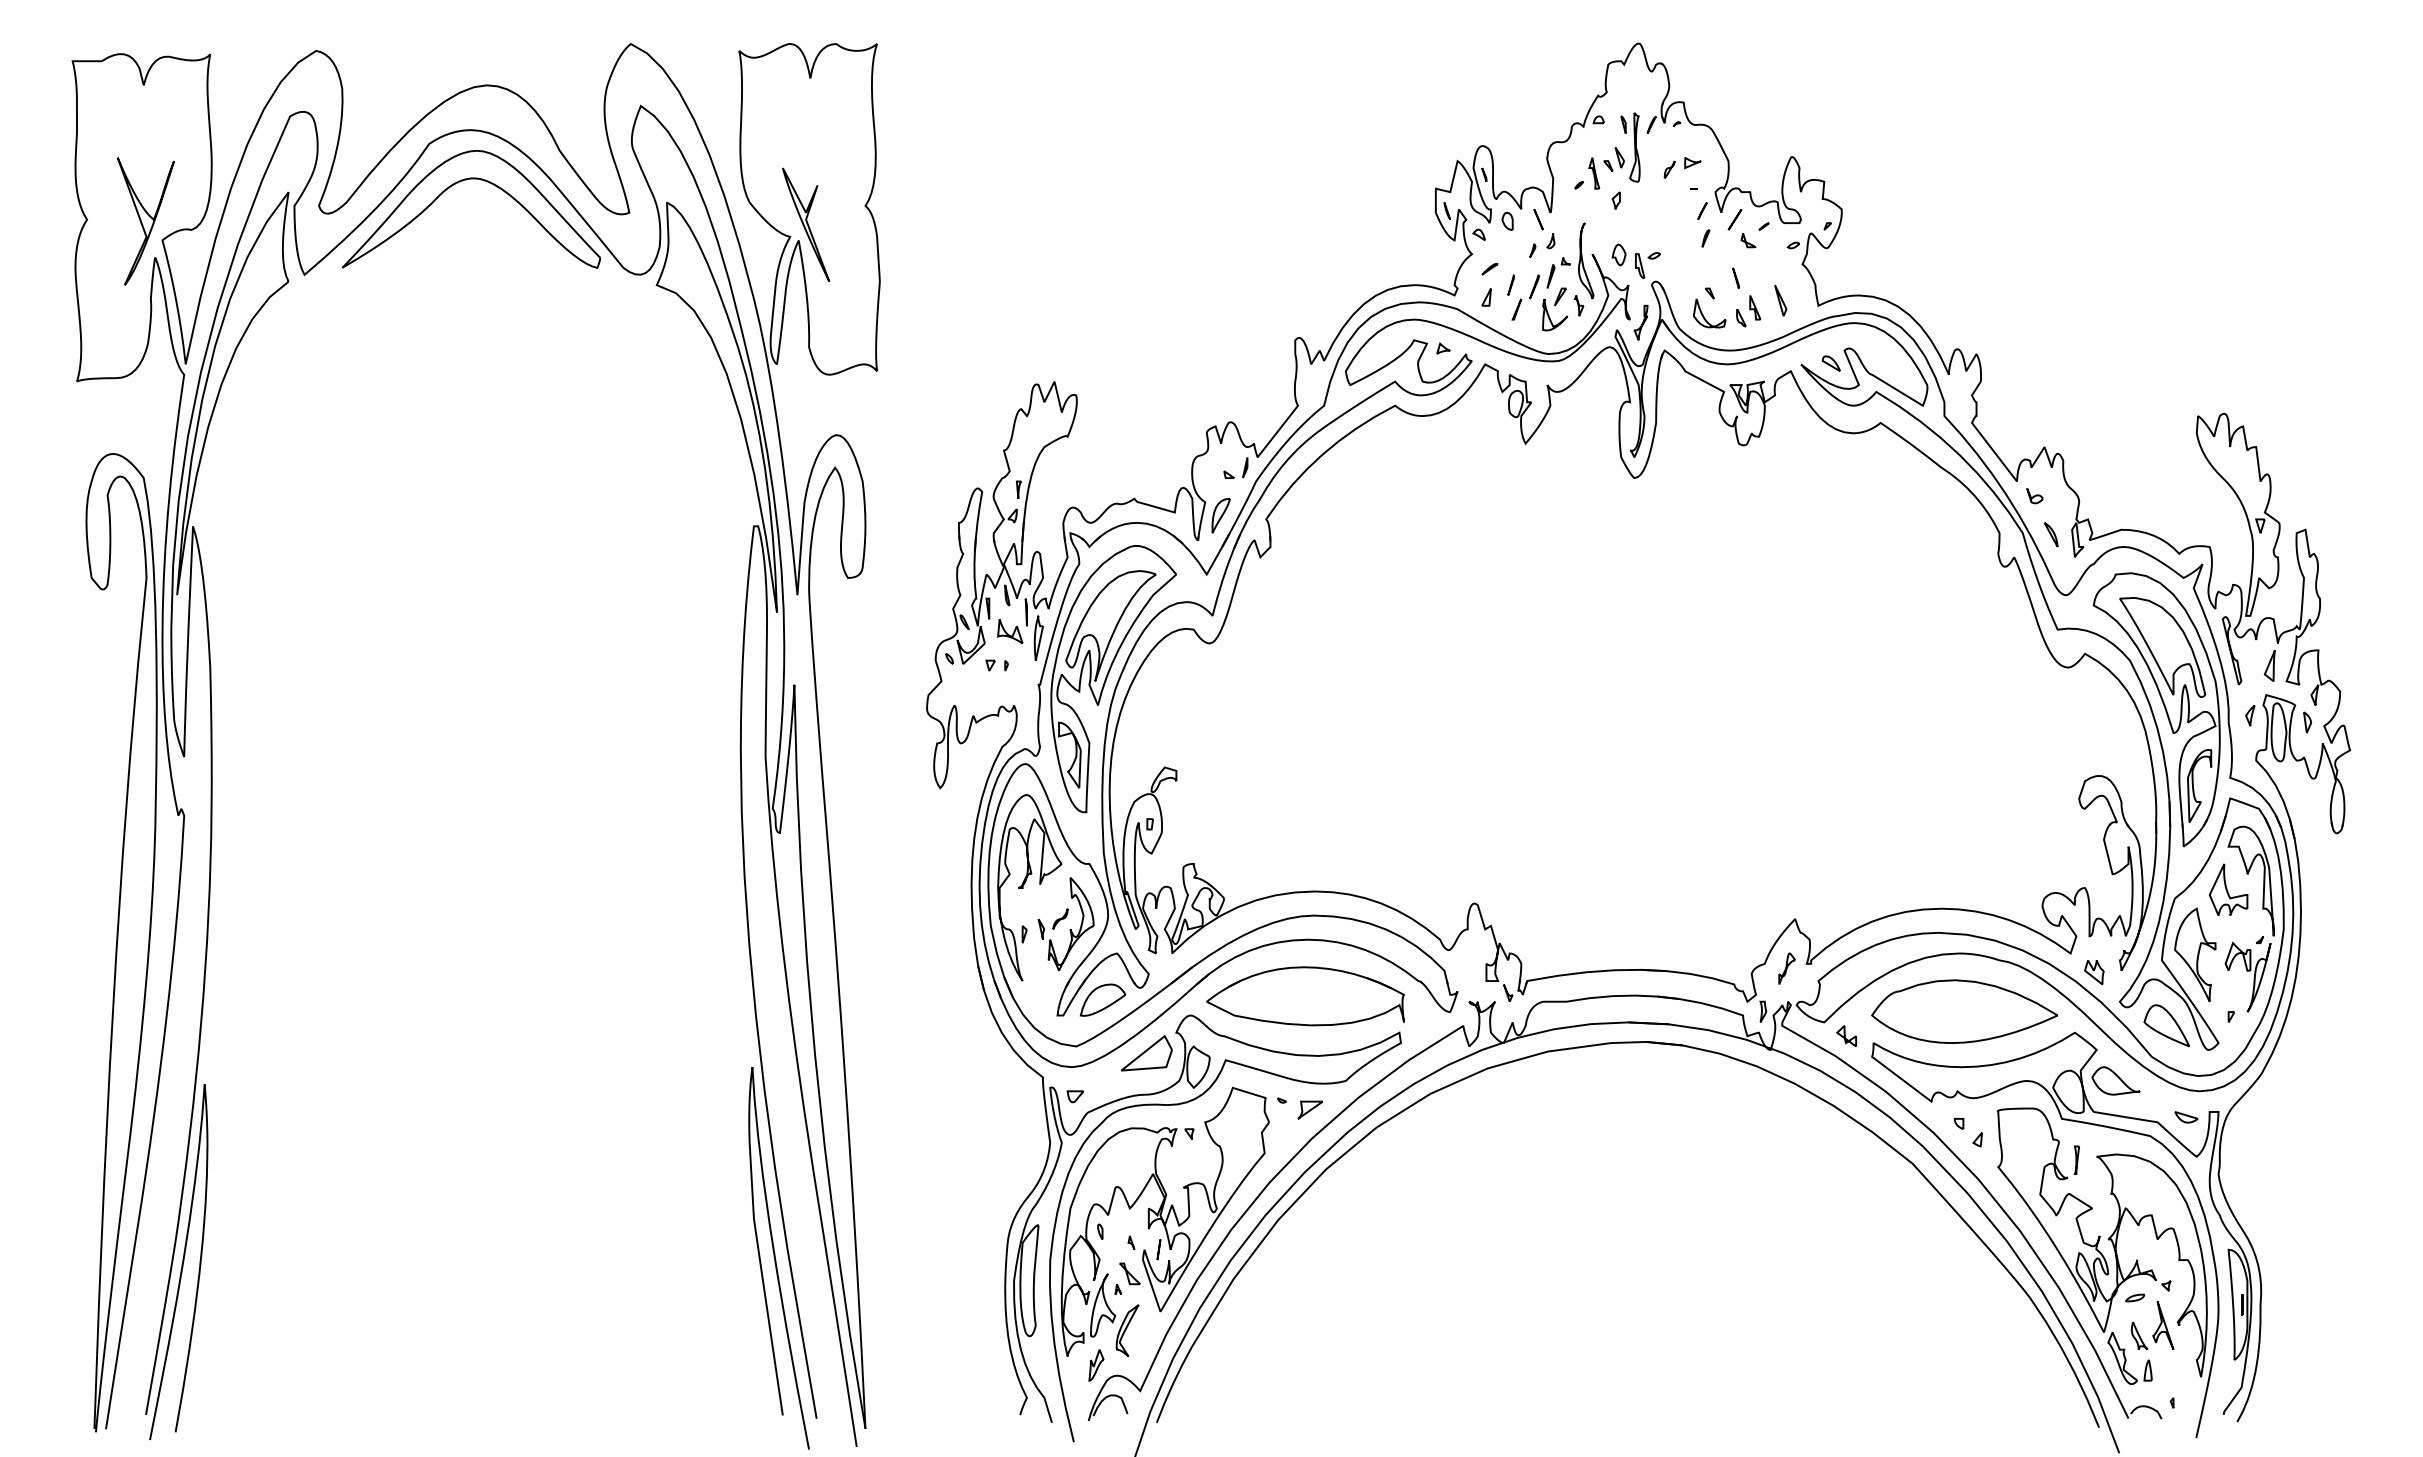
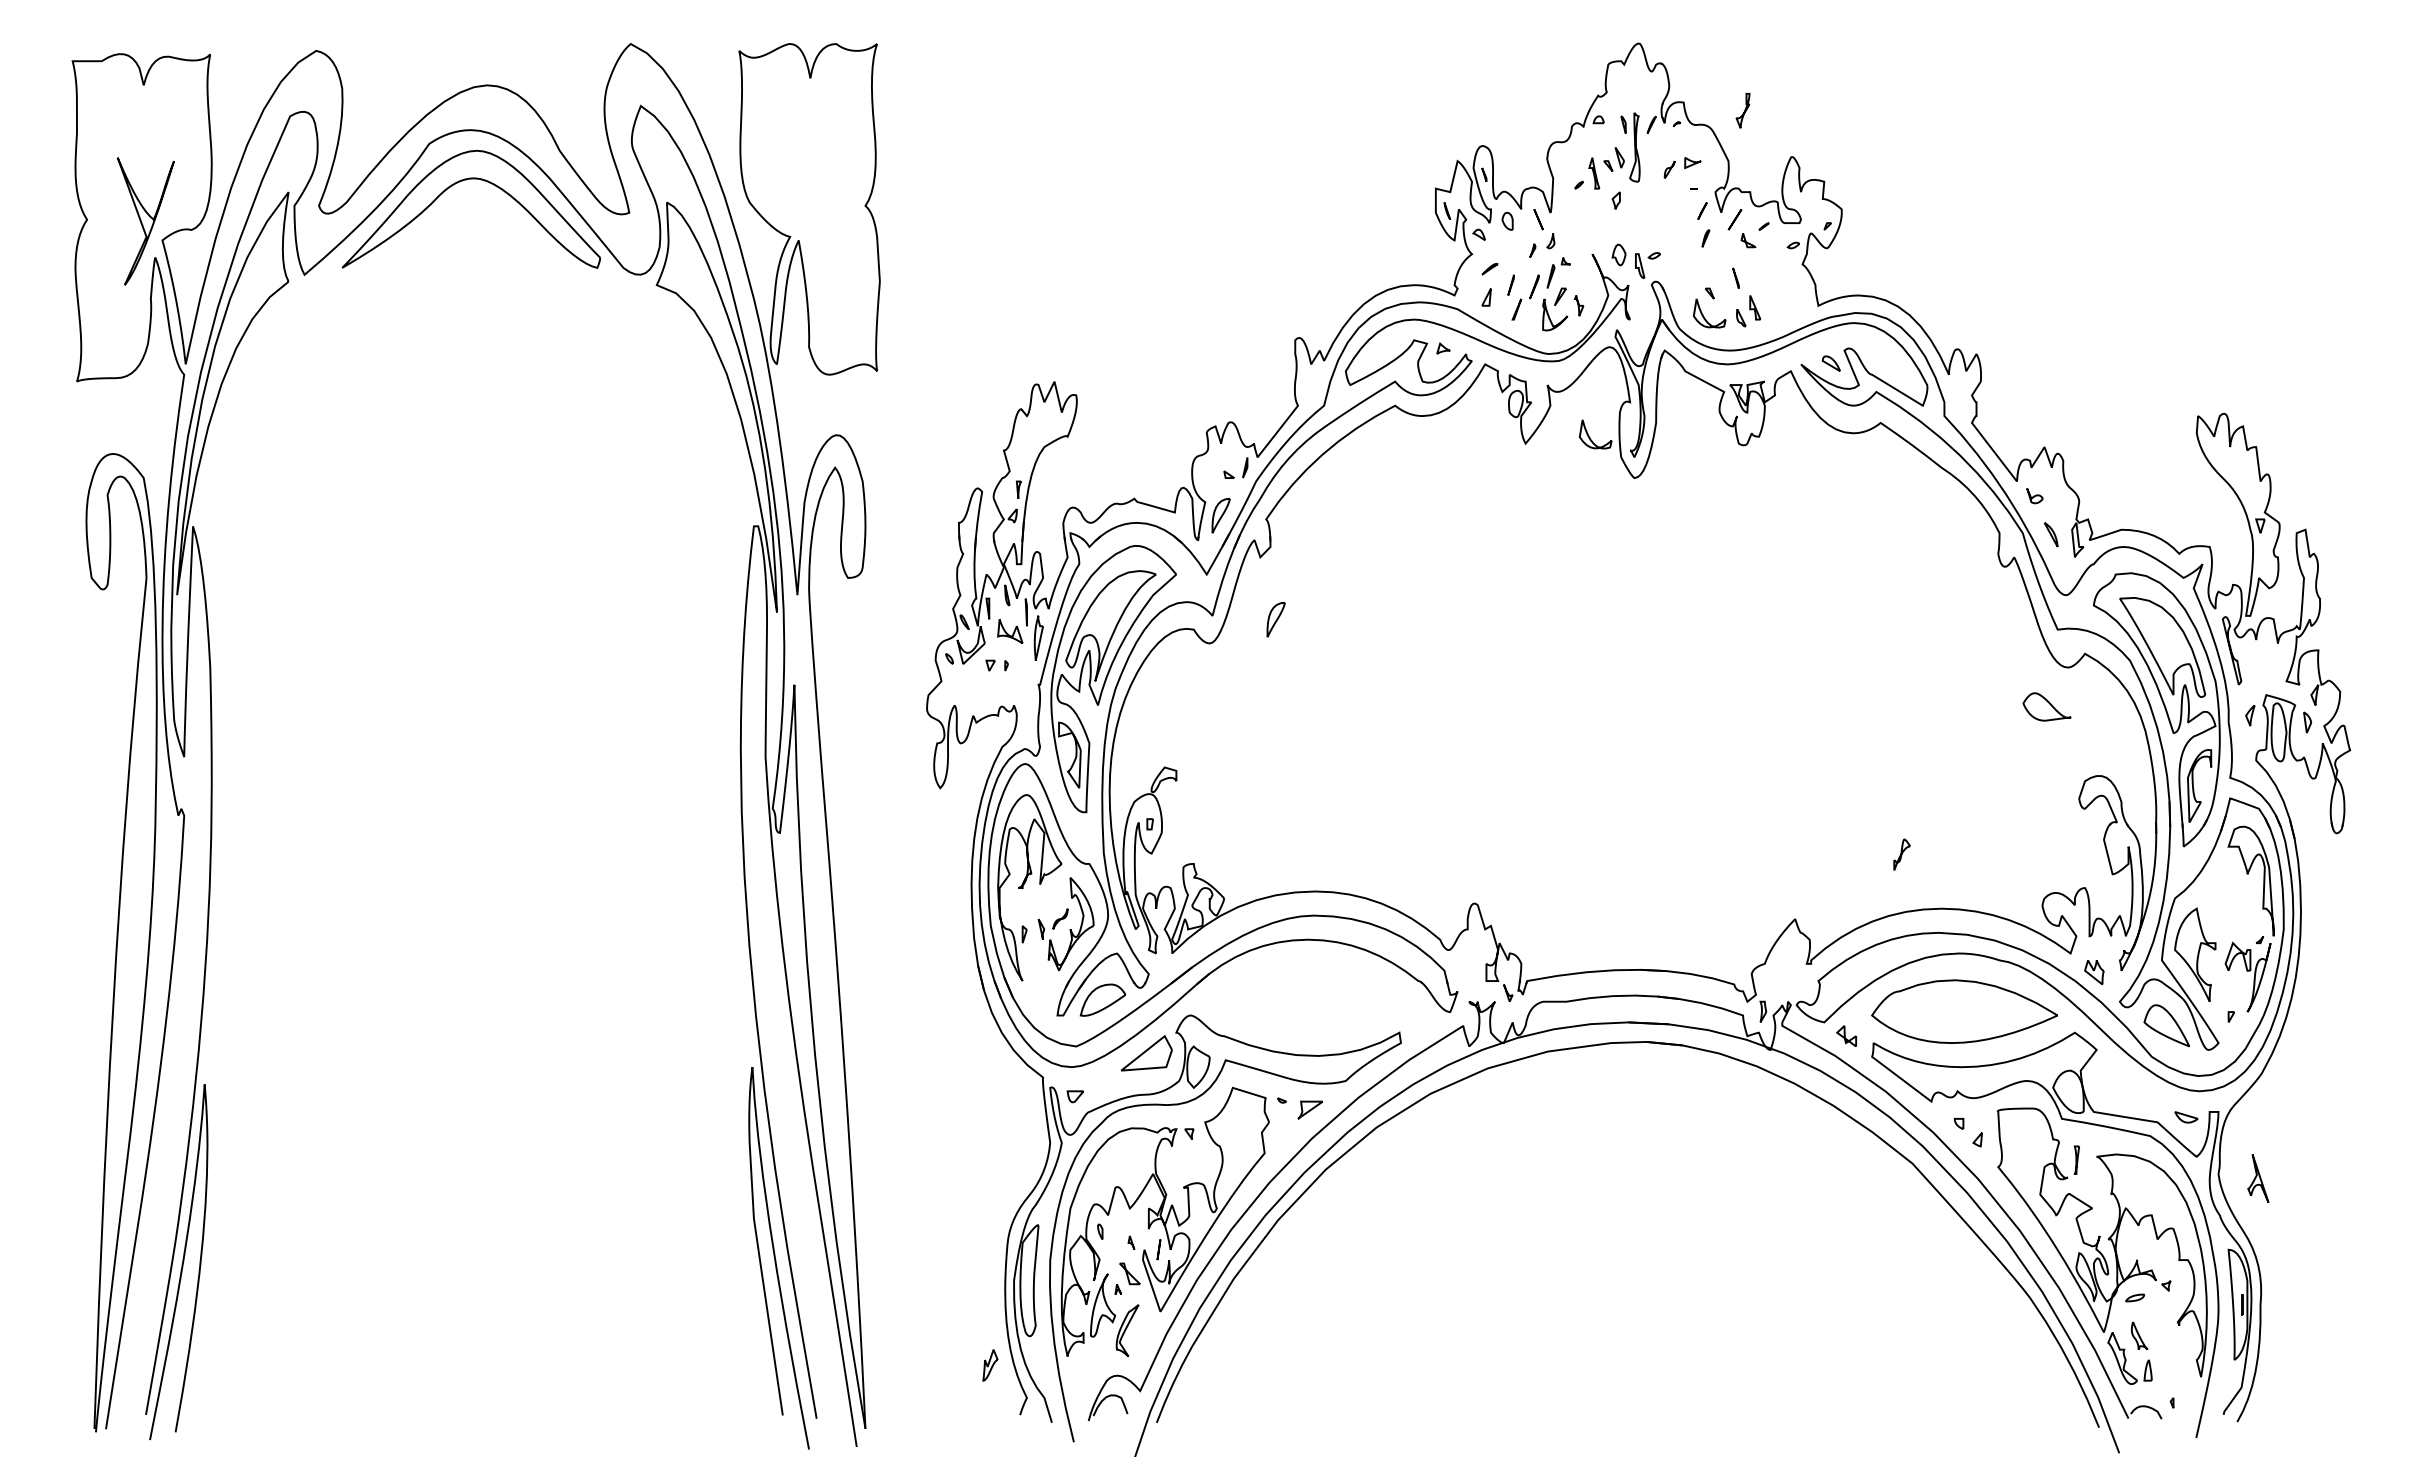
part at (805, 224): present -> none
part at (1586, 260): present -> none
part at (1780, 300): present -> none
part at (1640, 322) position: (1640, 322) -> (1742, 110)
part at (1595, 434): none -> present
part at (1275, 619): none -> present
part at (2269, 665): present -> none
part at (2228, 889): present -> none
part at (1786, 968) position: (1786, 968) -> (1901, 854)
part at (1305, 996): present -> none
part at (2115, 1080) position: (2115, 1080) -> (2046, 706)
part at (2163, 1325) position: (2163, 1325) -> (2258, 1178)
part at (1096, 1365) position: (1096, 1365) -> (990, 1365)
